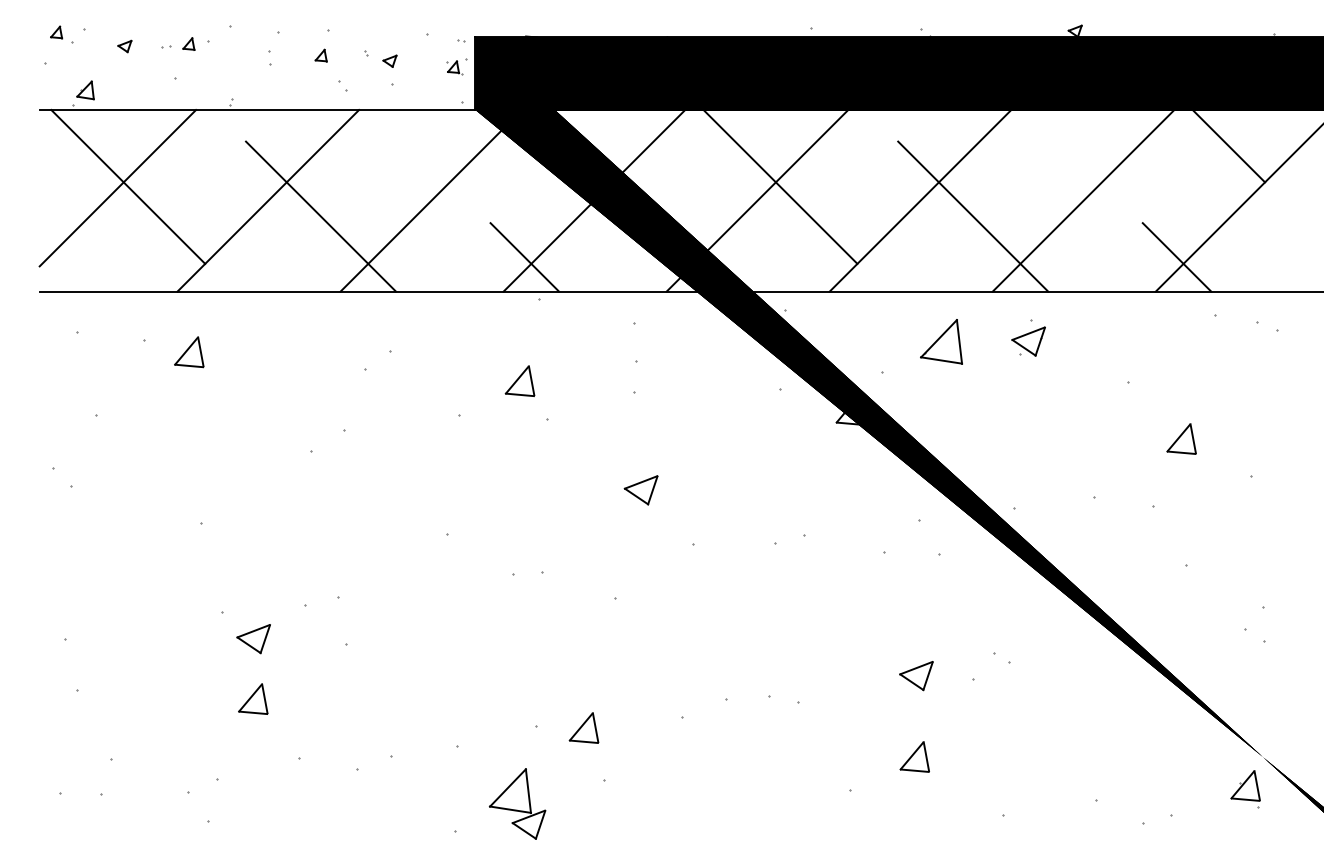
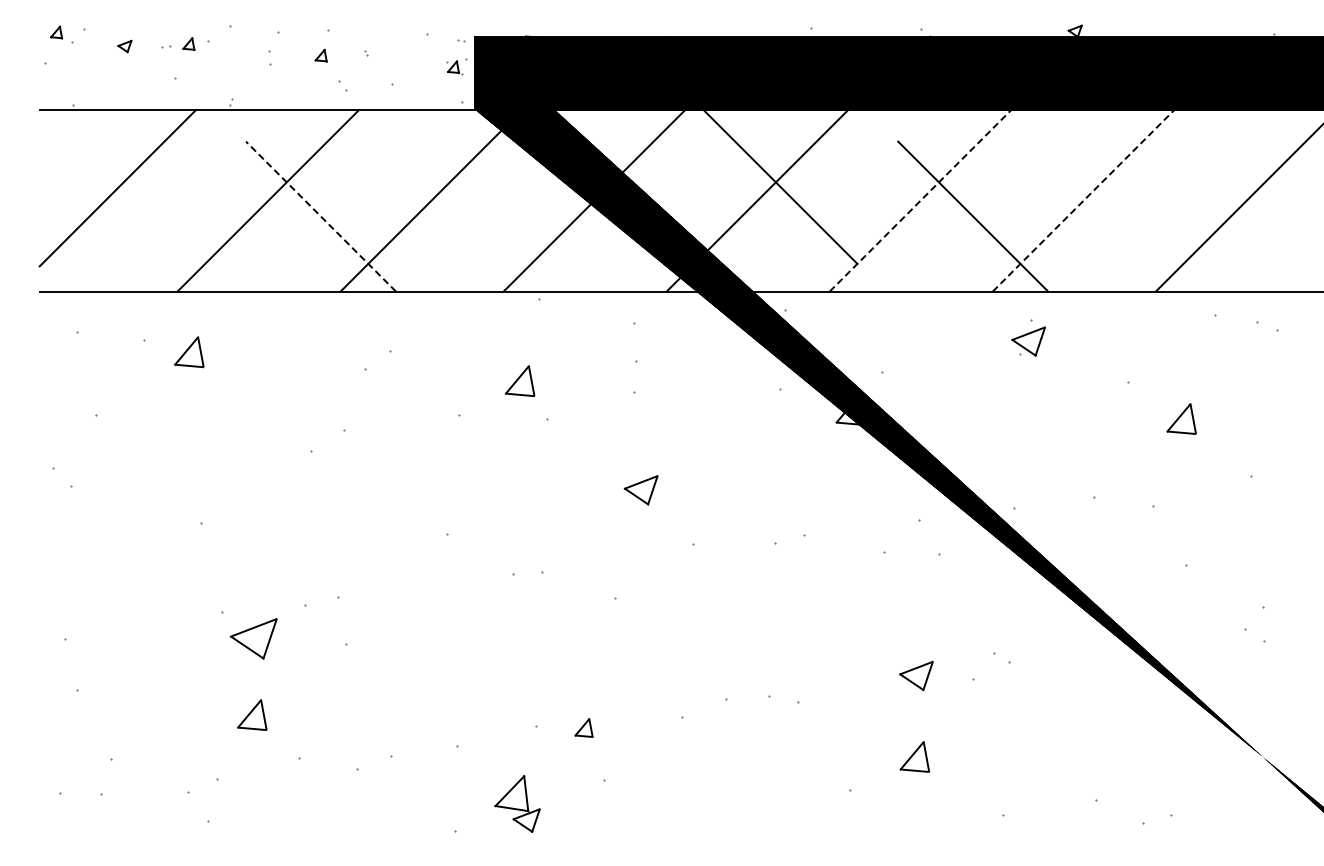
part at (389, 60): present -> none
part at (85, 90): present -> none
line at (1228, 145): present -> none
line at (128, 186): present -> none
line at (920, 200): solid -> dashed
line at (1083, 200): solid -> dashed
line at (320, 216): solid -> dashed
line at (524, 257): present -> none
line at (1176, 257): present -> none
part at (941, 341): present -> none
part at (1181, 438) position: (1181, 438) -> (1181, 418)
part at (253, 639) size: 35x31 px -> 48x42 px
part at (253, 698) position: (253, 698) -> (252, 714)
part at (583, 727) size: 32x32 px -> 20x20 px
part at (1245, 789): present -> none
part at (517, 803) size: 59x72 px -> 47x58 px
